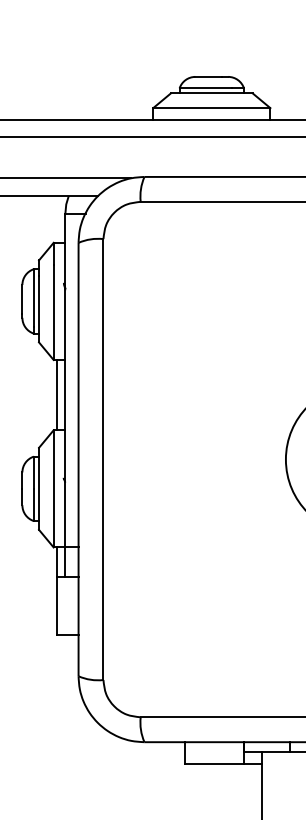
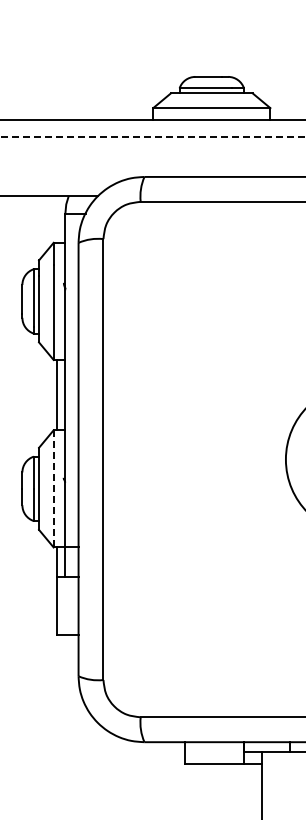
line at (152, 137): solid -> dashed
line at (66, 178): present -> none
line at (53, 488): solid -> dashed
